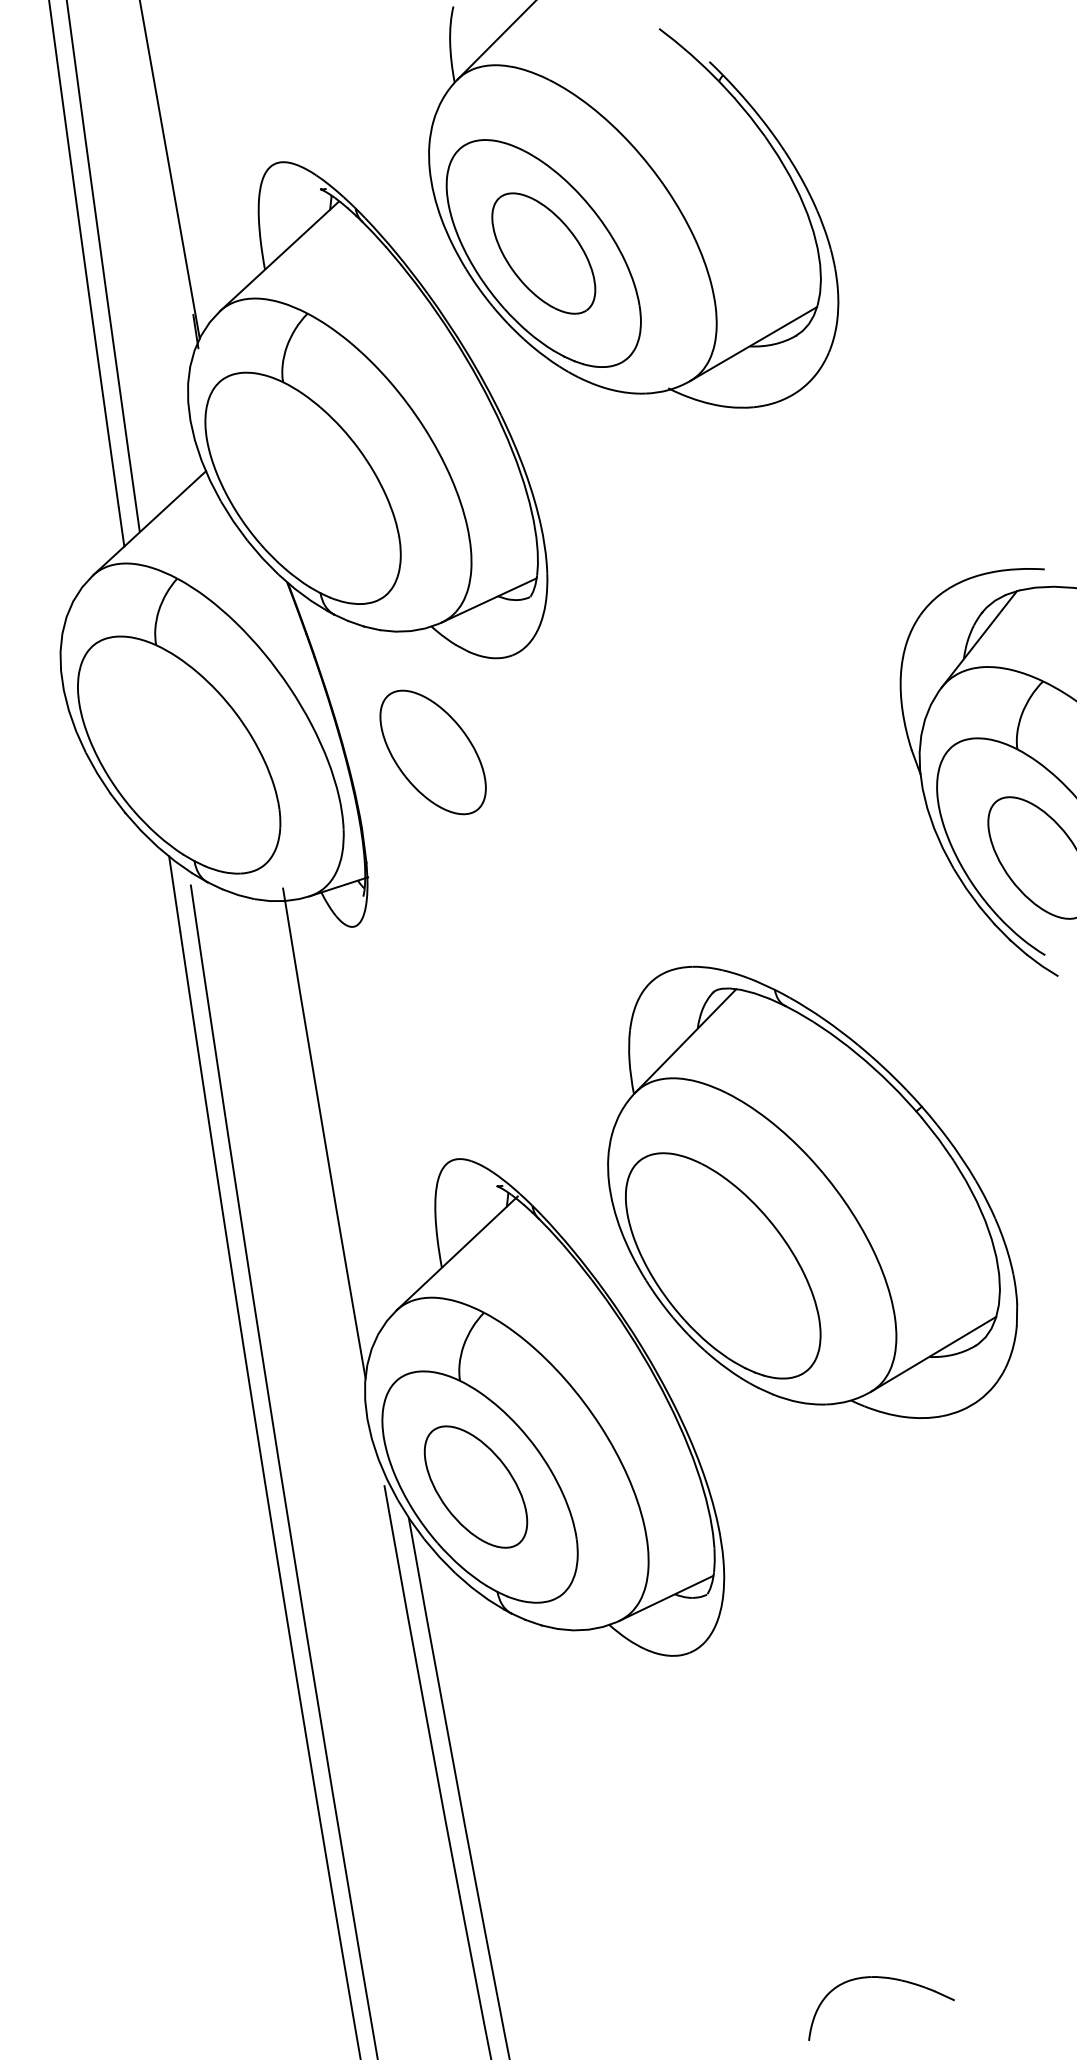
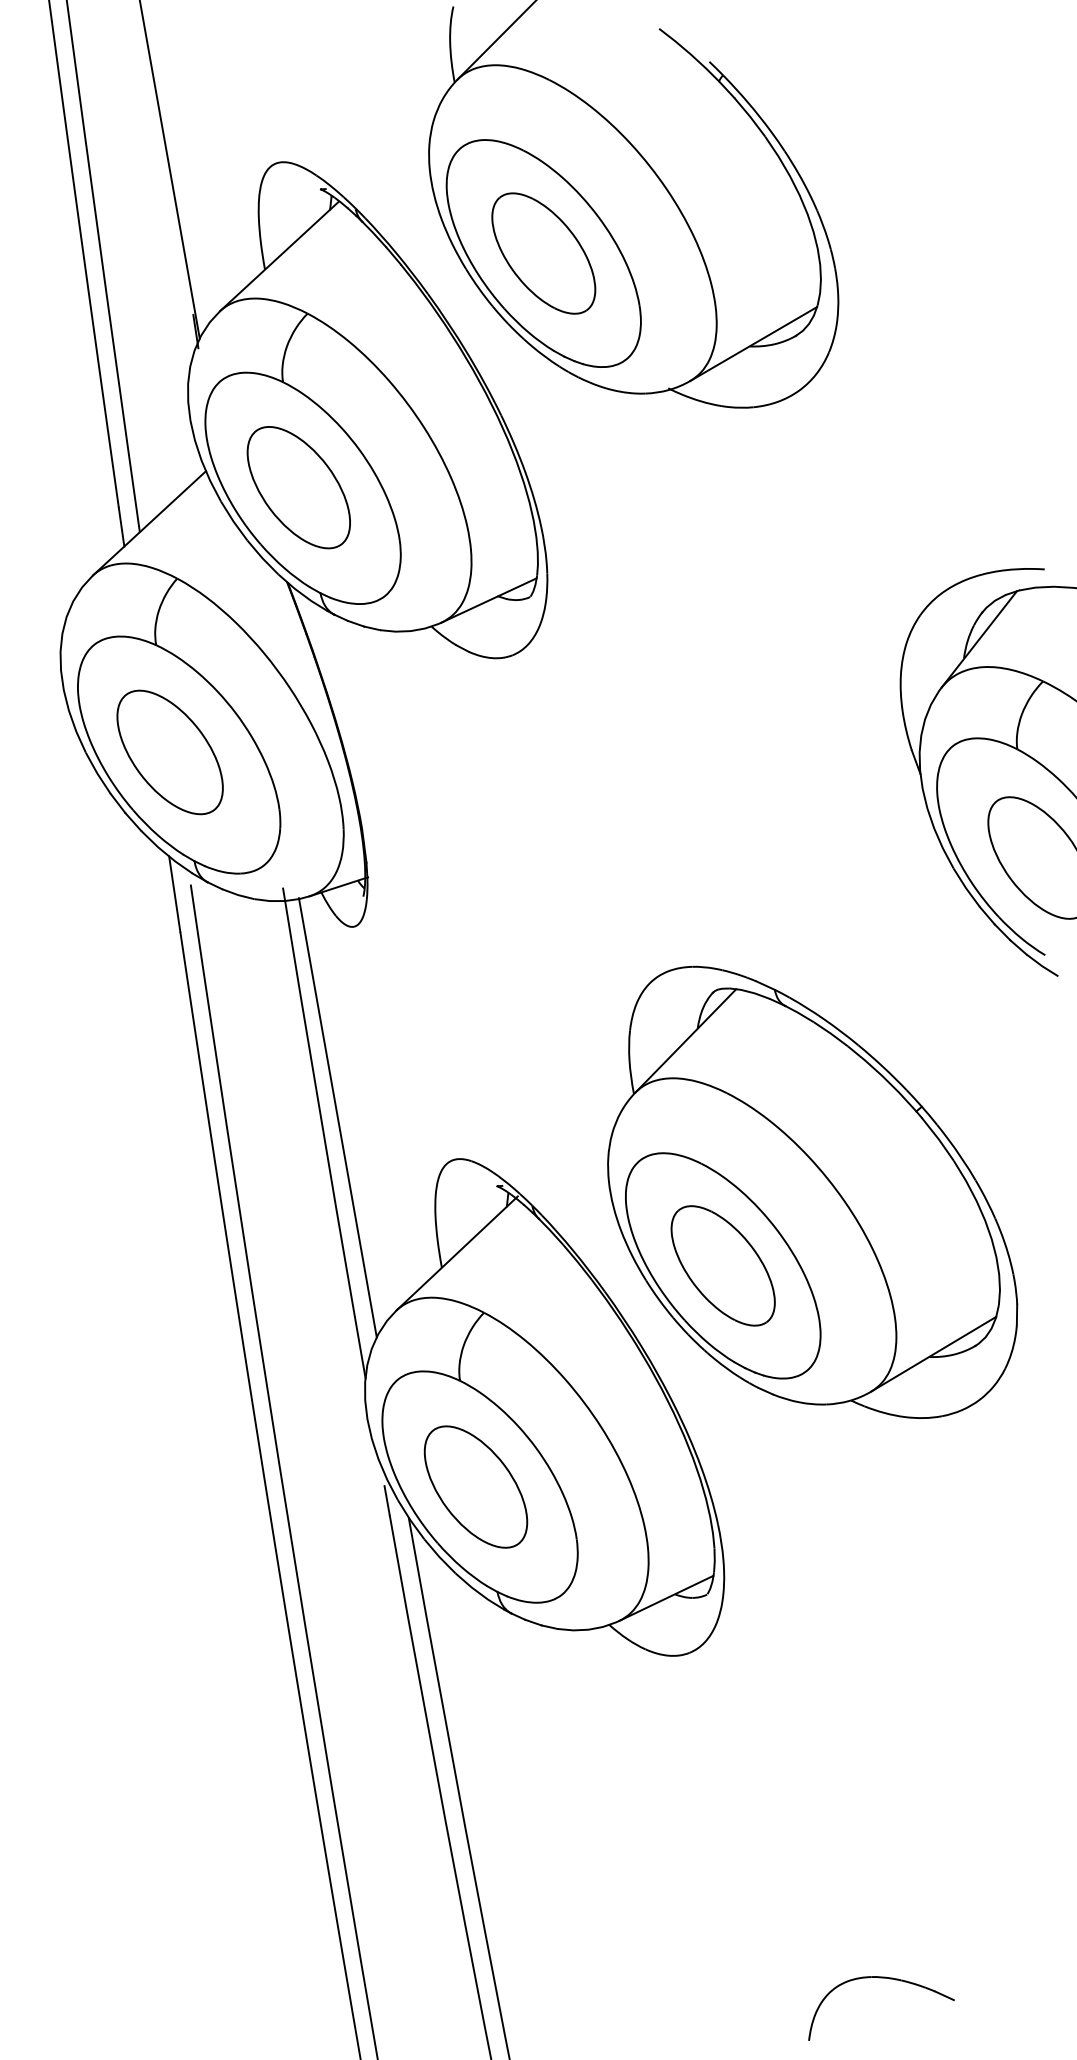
part at (298, 487): none -> present
part at (432, 752) position: (432, 752) -> (169, 752)
line at (337, 1117): none -> present
part at (722, 1265): none -> present
